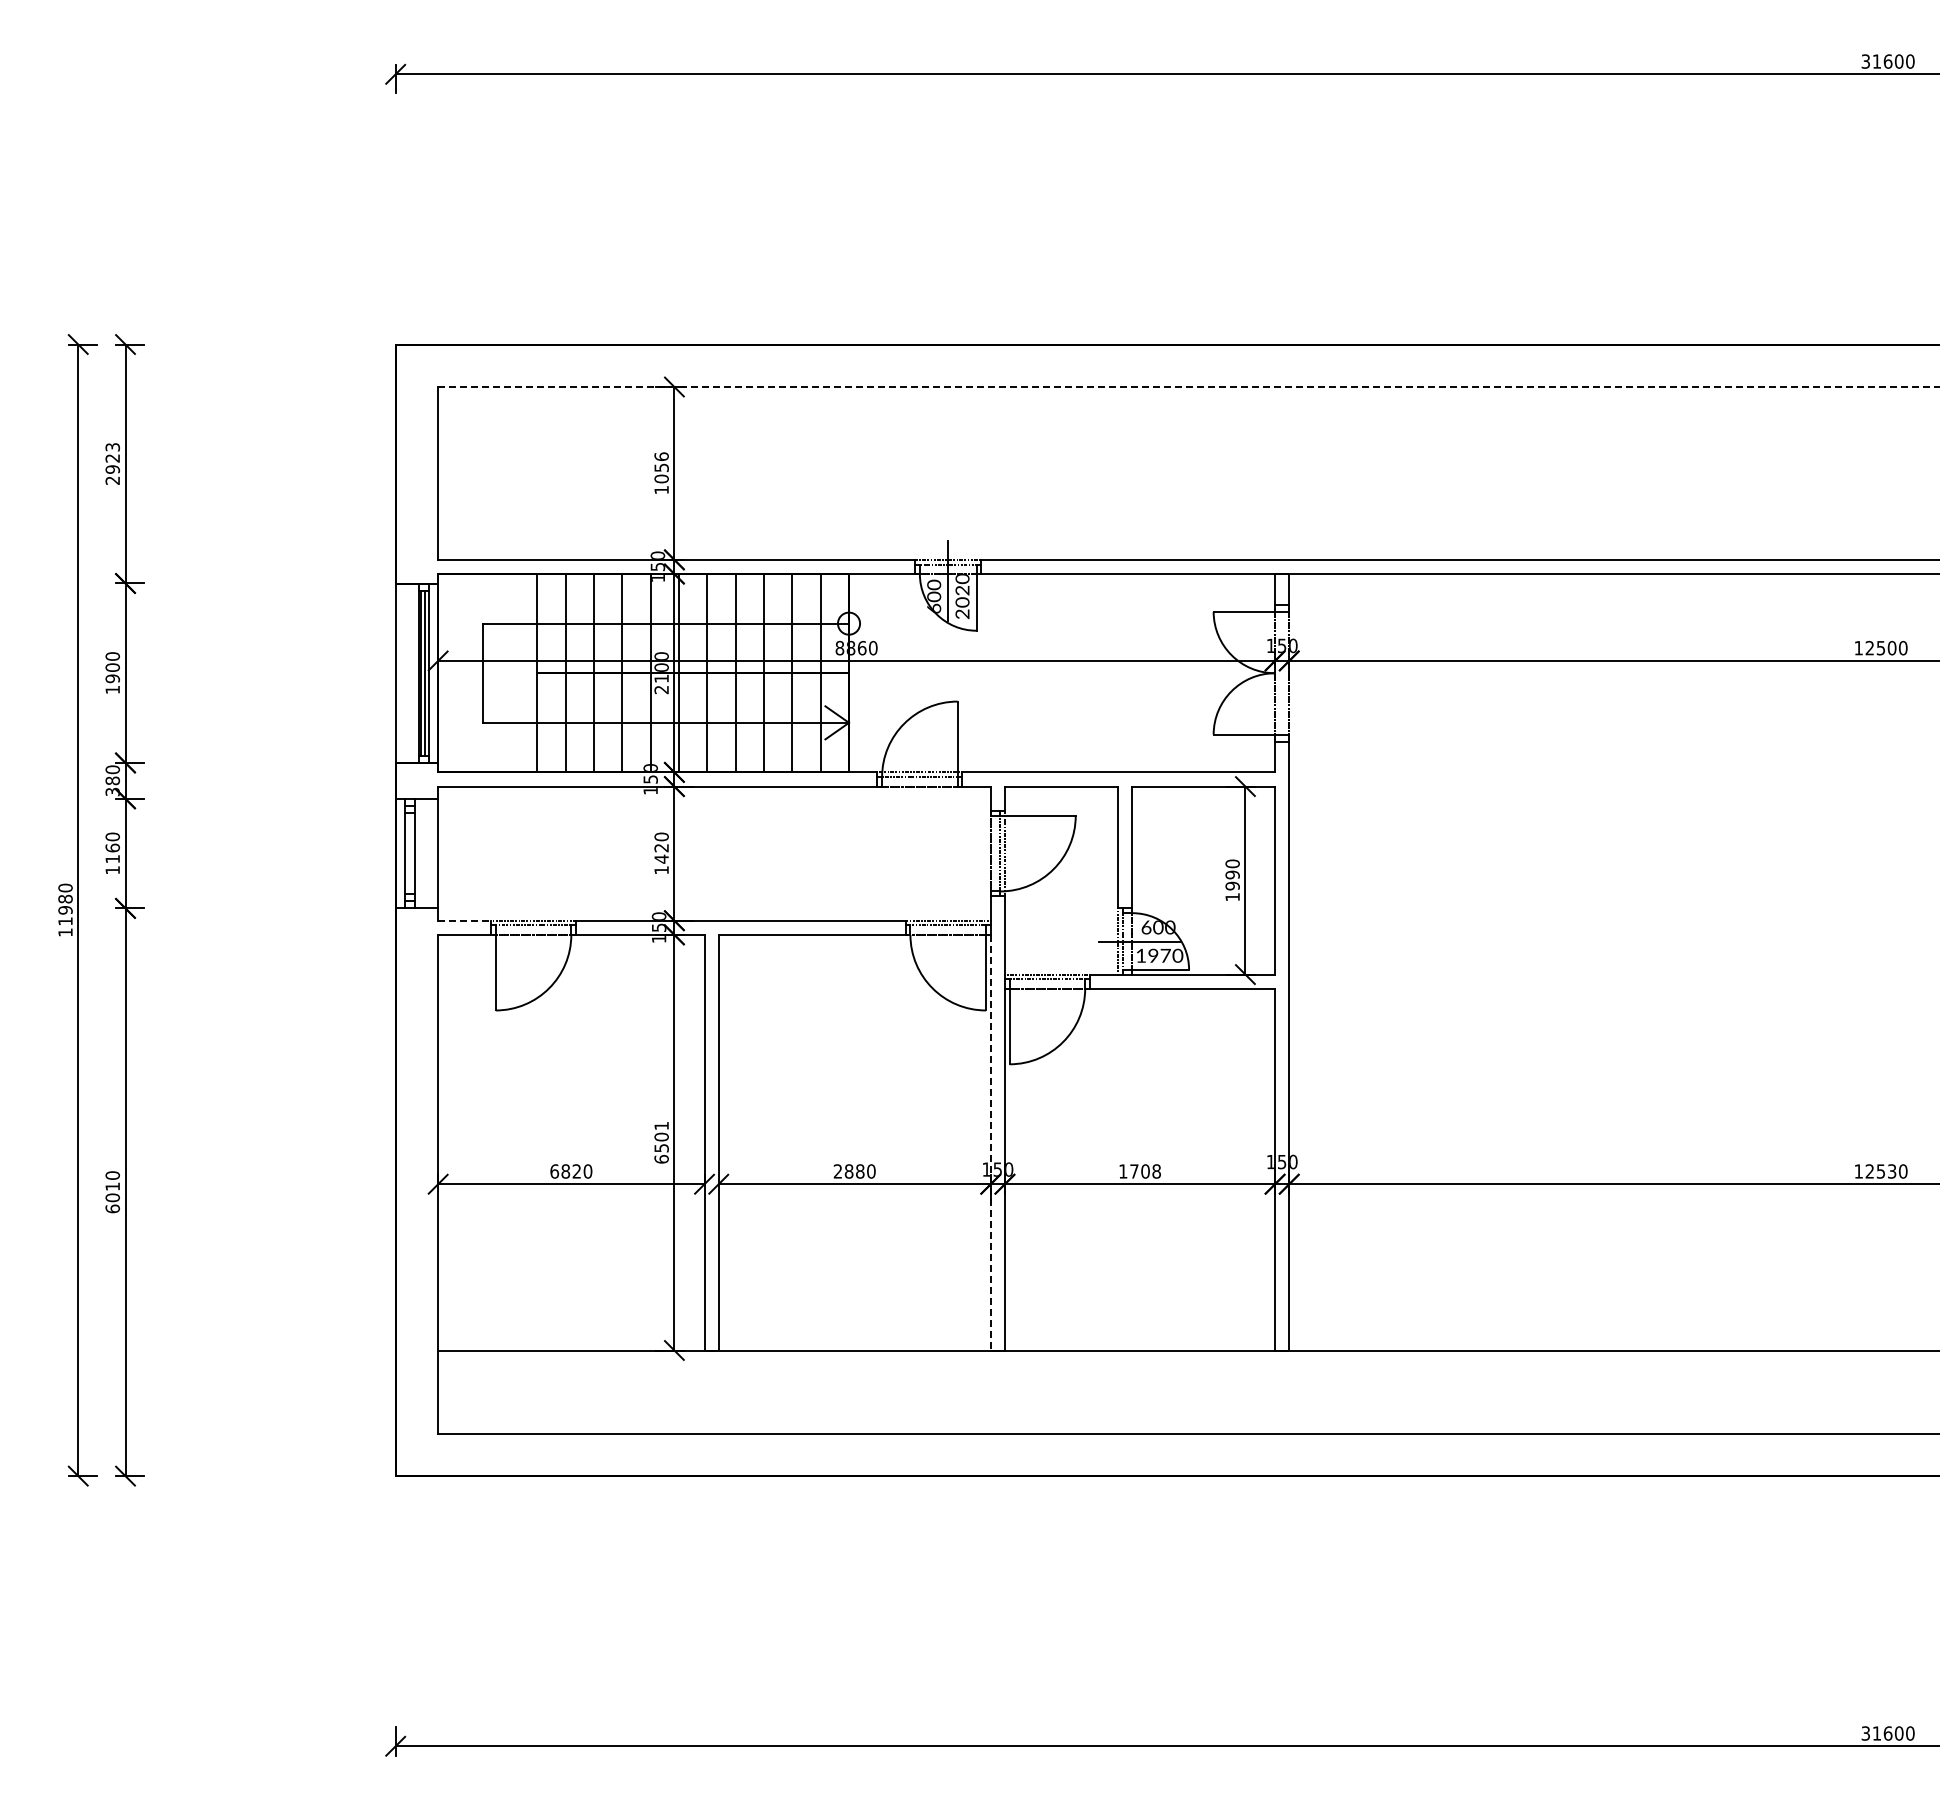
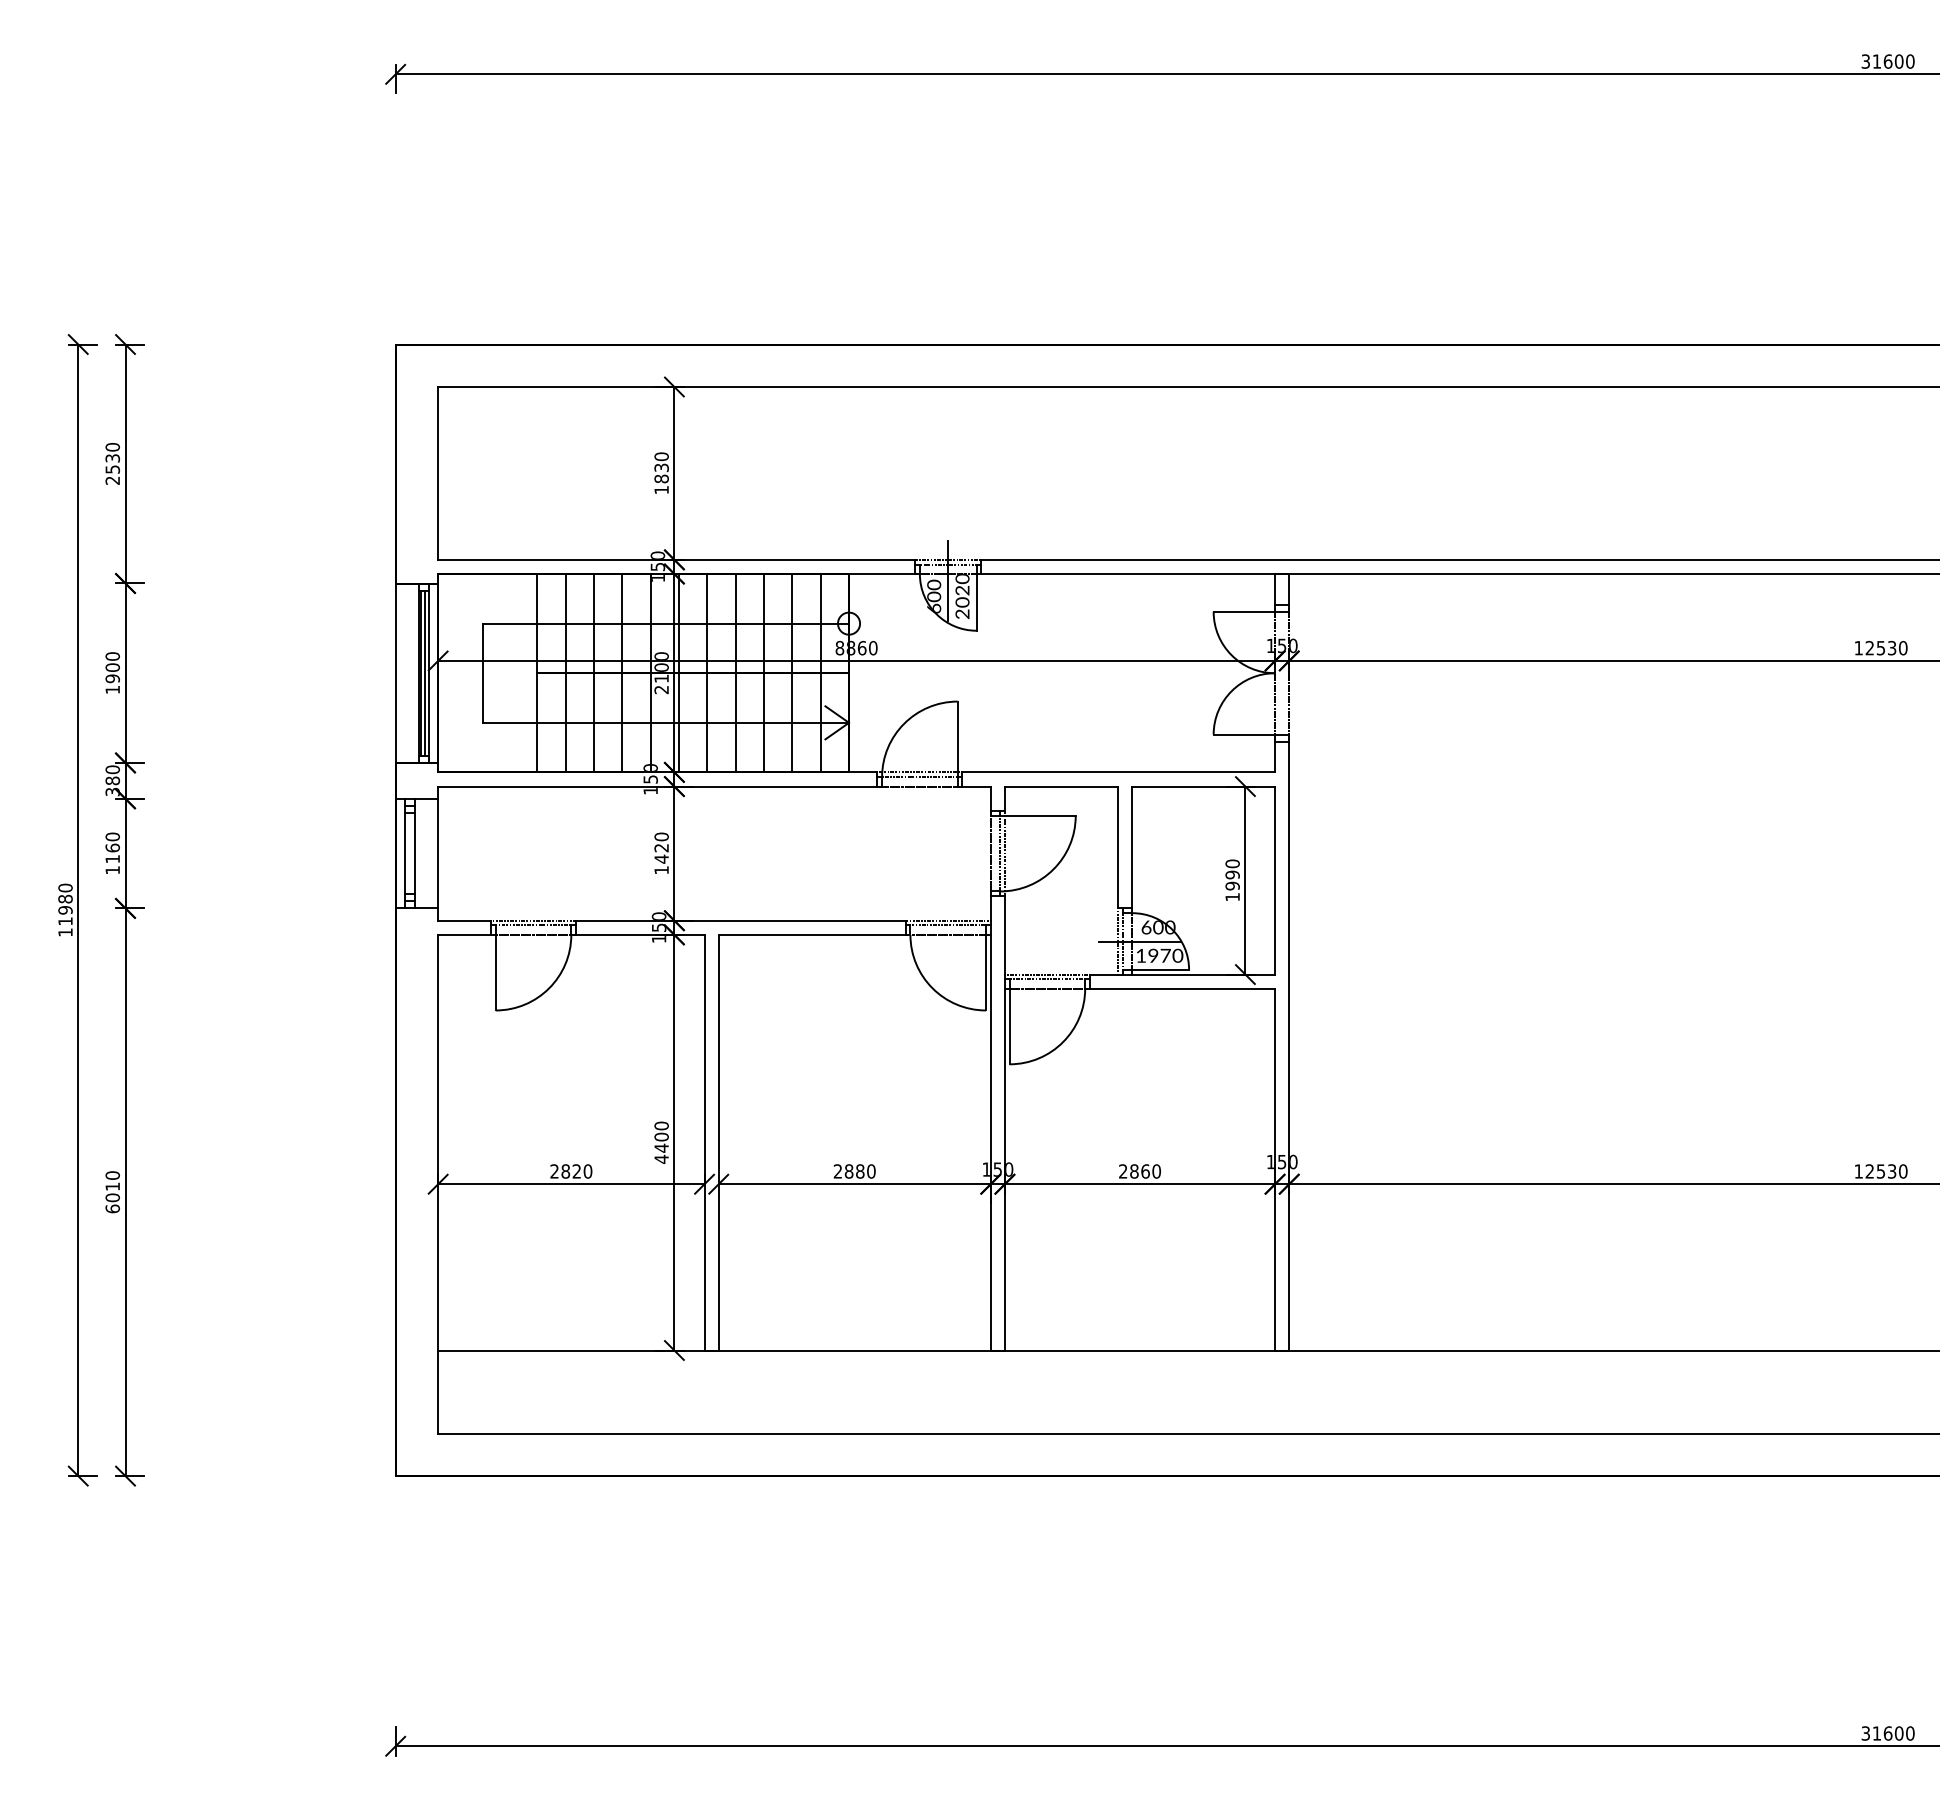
line at (1188, 387): dashed -> solid
text at (112, 458): 2923 -> 2530
text at (661, 467): 1056 -> 1830
text at (1891, 648): 12500 -> 12530
line at (465, 920): dashed -> solid
text at (661, 1142): 6501 -> 4400
line at (990, 1142): dashed -> solid
text at (554, 1171): 6820 -> 2820
text at (1140, 1171): 1708 -> 2860
